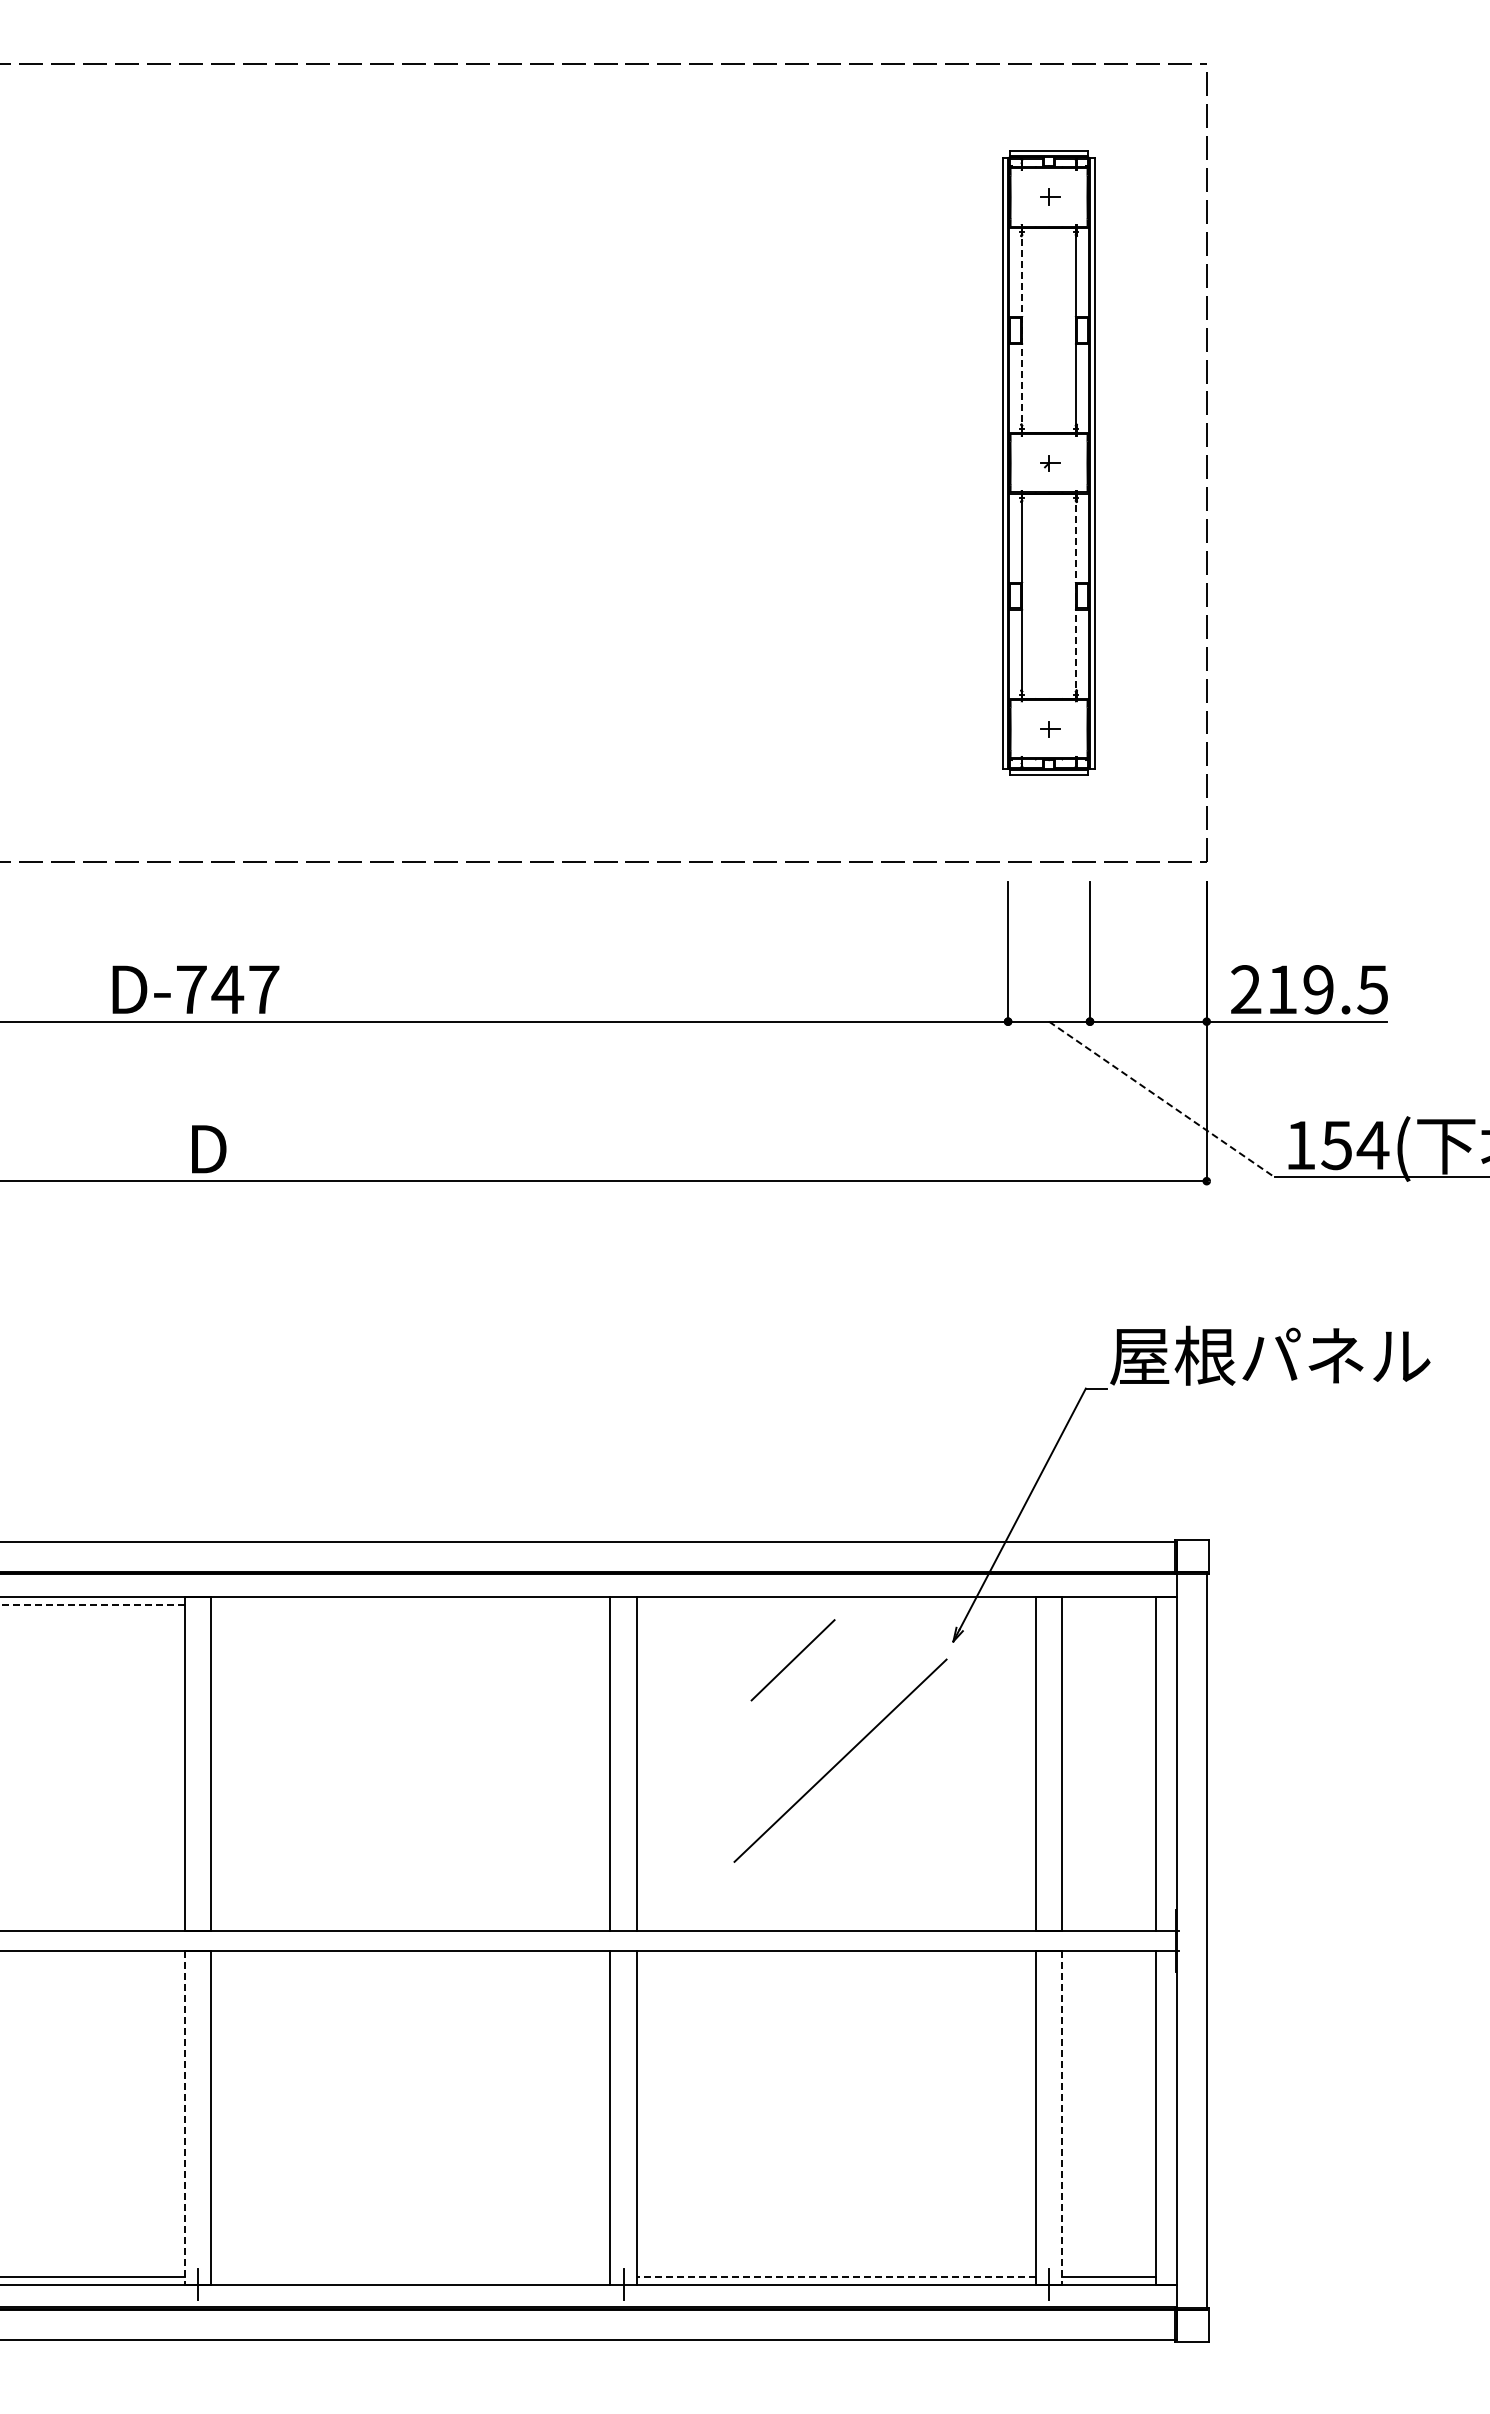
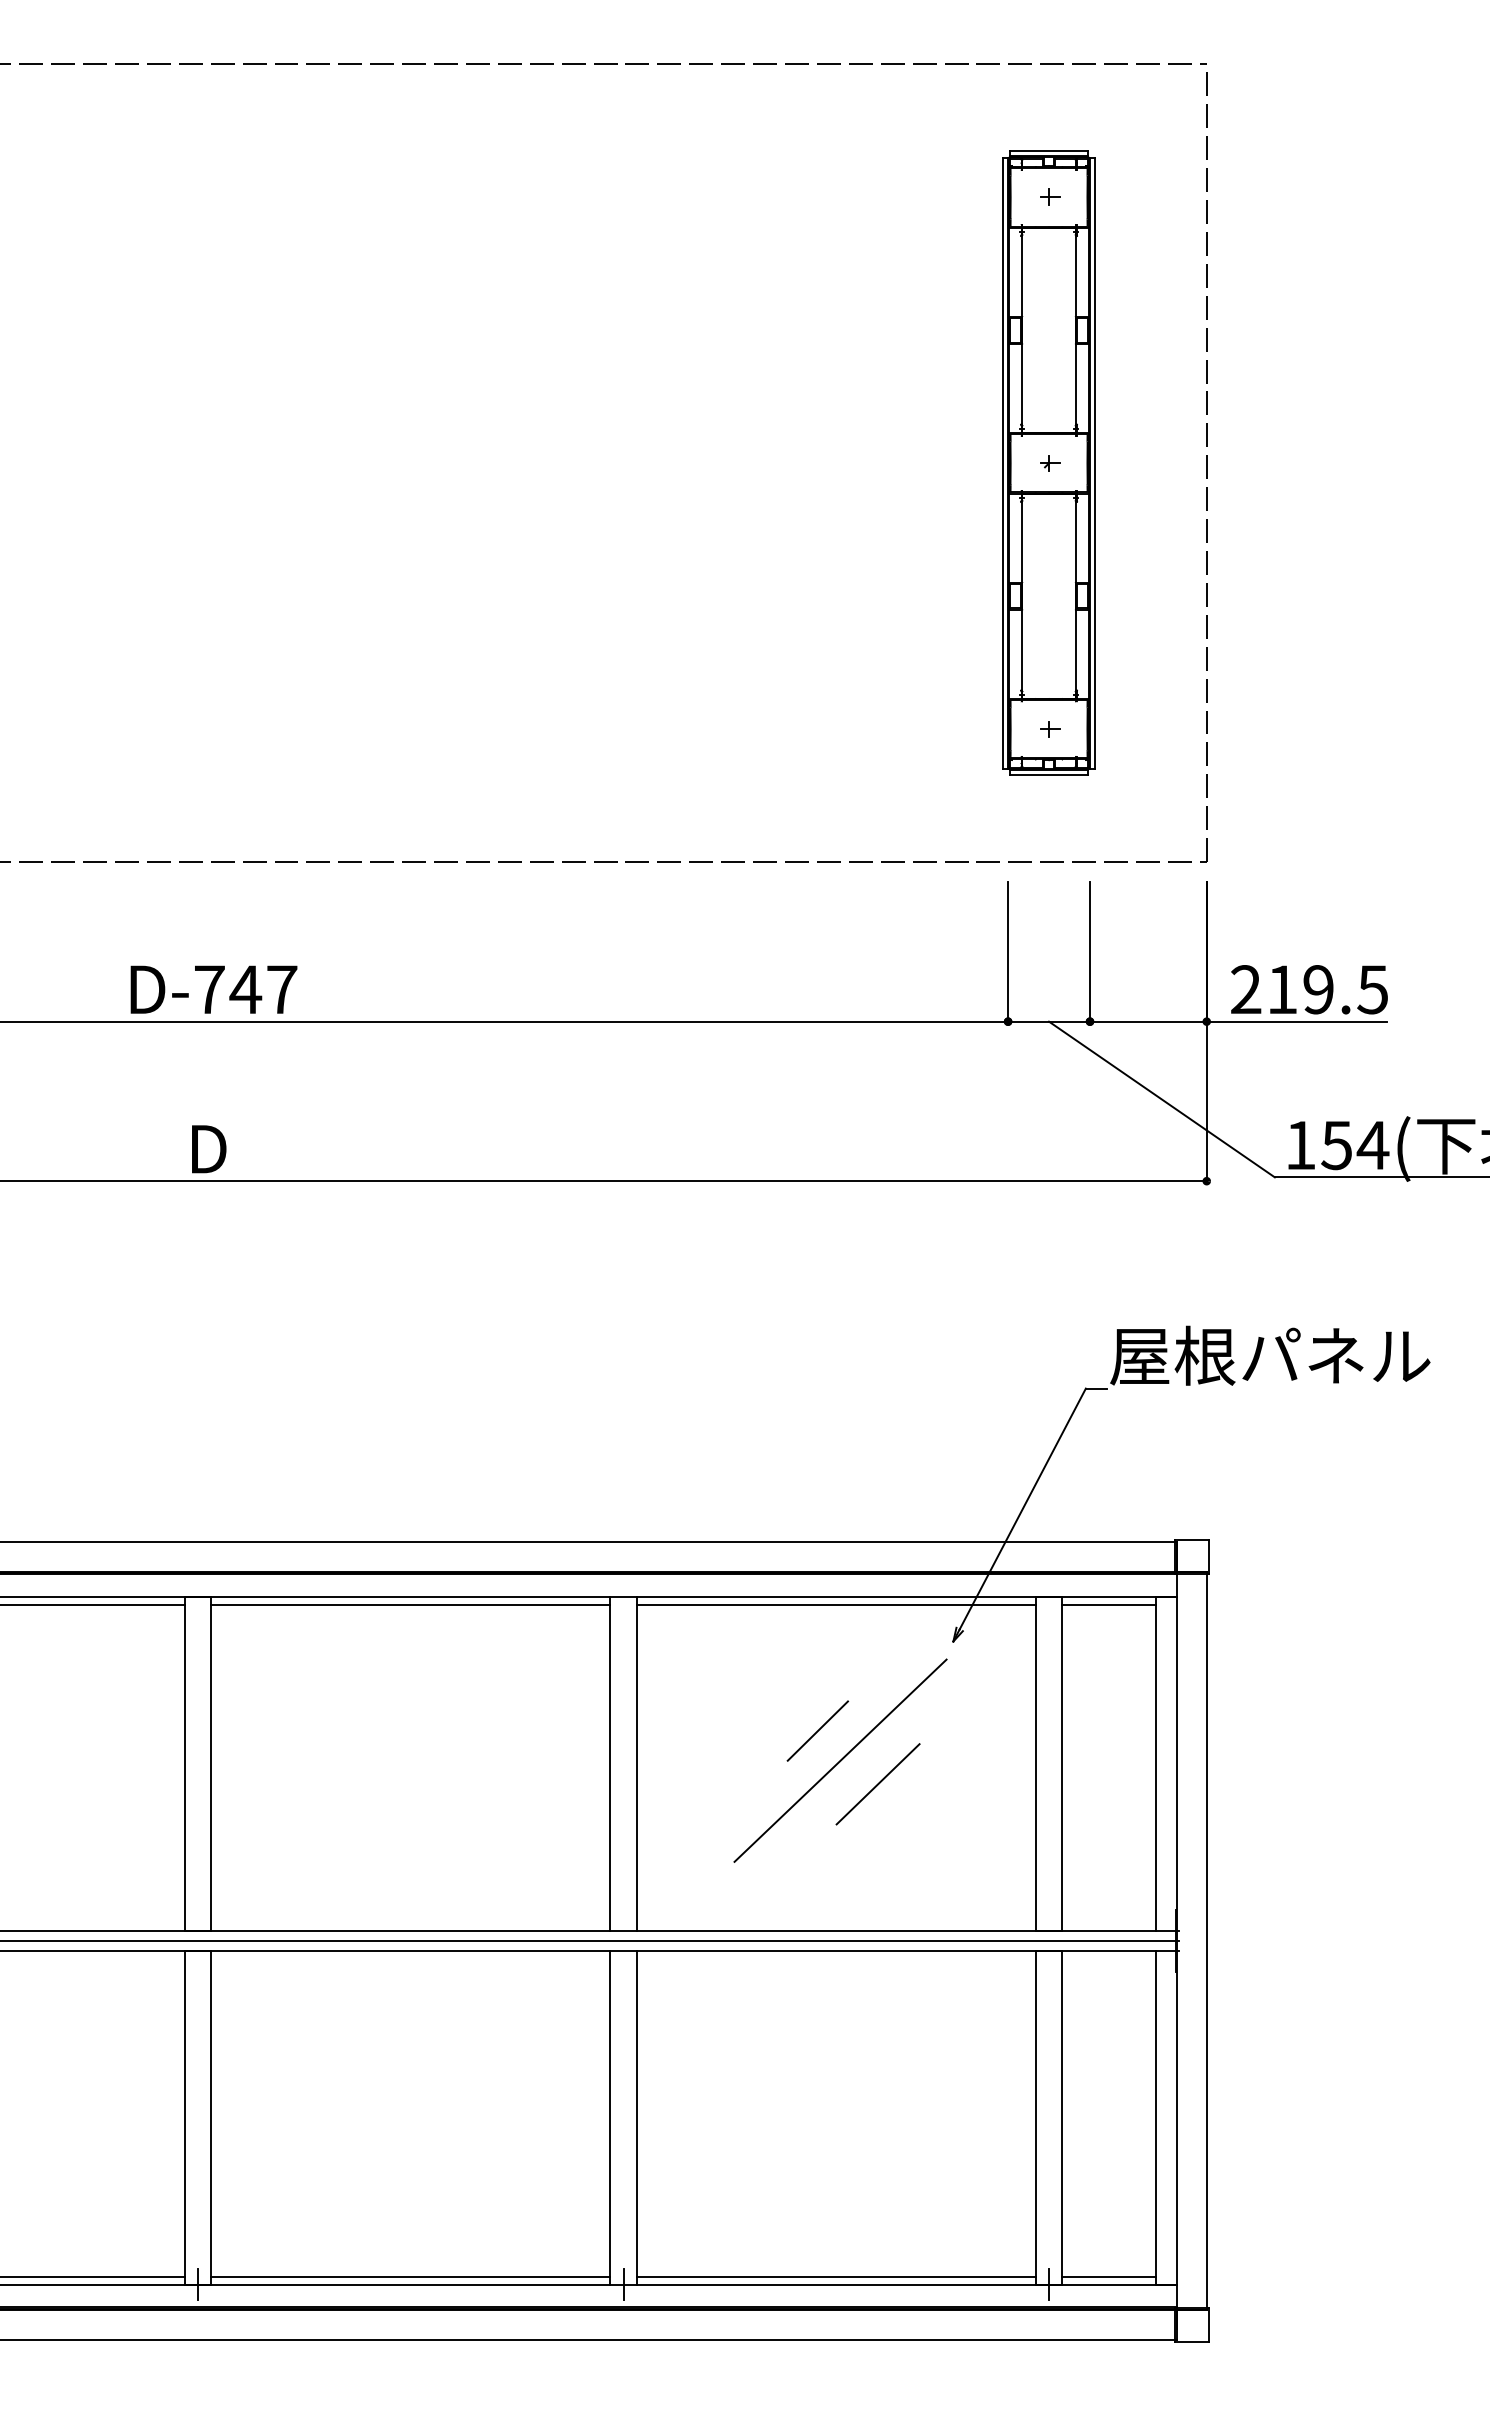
line at (1022, 329): dashed -> solid
line at (1075, 596): dashed -> solid
text at (195, 989) position: (195, 989) -> (213, 989)
line at (1162, 1099): dashed -> solid
line at (92, 1604): dashed -> solid
line at (410, 1604): none -> present
line at (835, 1604): none -> present
line at (1108, 1604): none -> present
line at (792, 1660) position: (792, 1660) -> (877, 1784)
line at (817, 1730): none -> present
line at (590, 1940): none -> present
line at (184, 2117): dashed -> solid
line at (1062, 2117): dashed -> solid
line at (410, 2276): none -> present
line at (835, 2276): dashed -> solid
